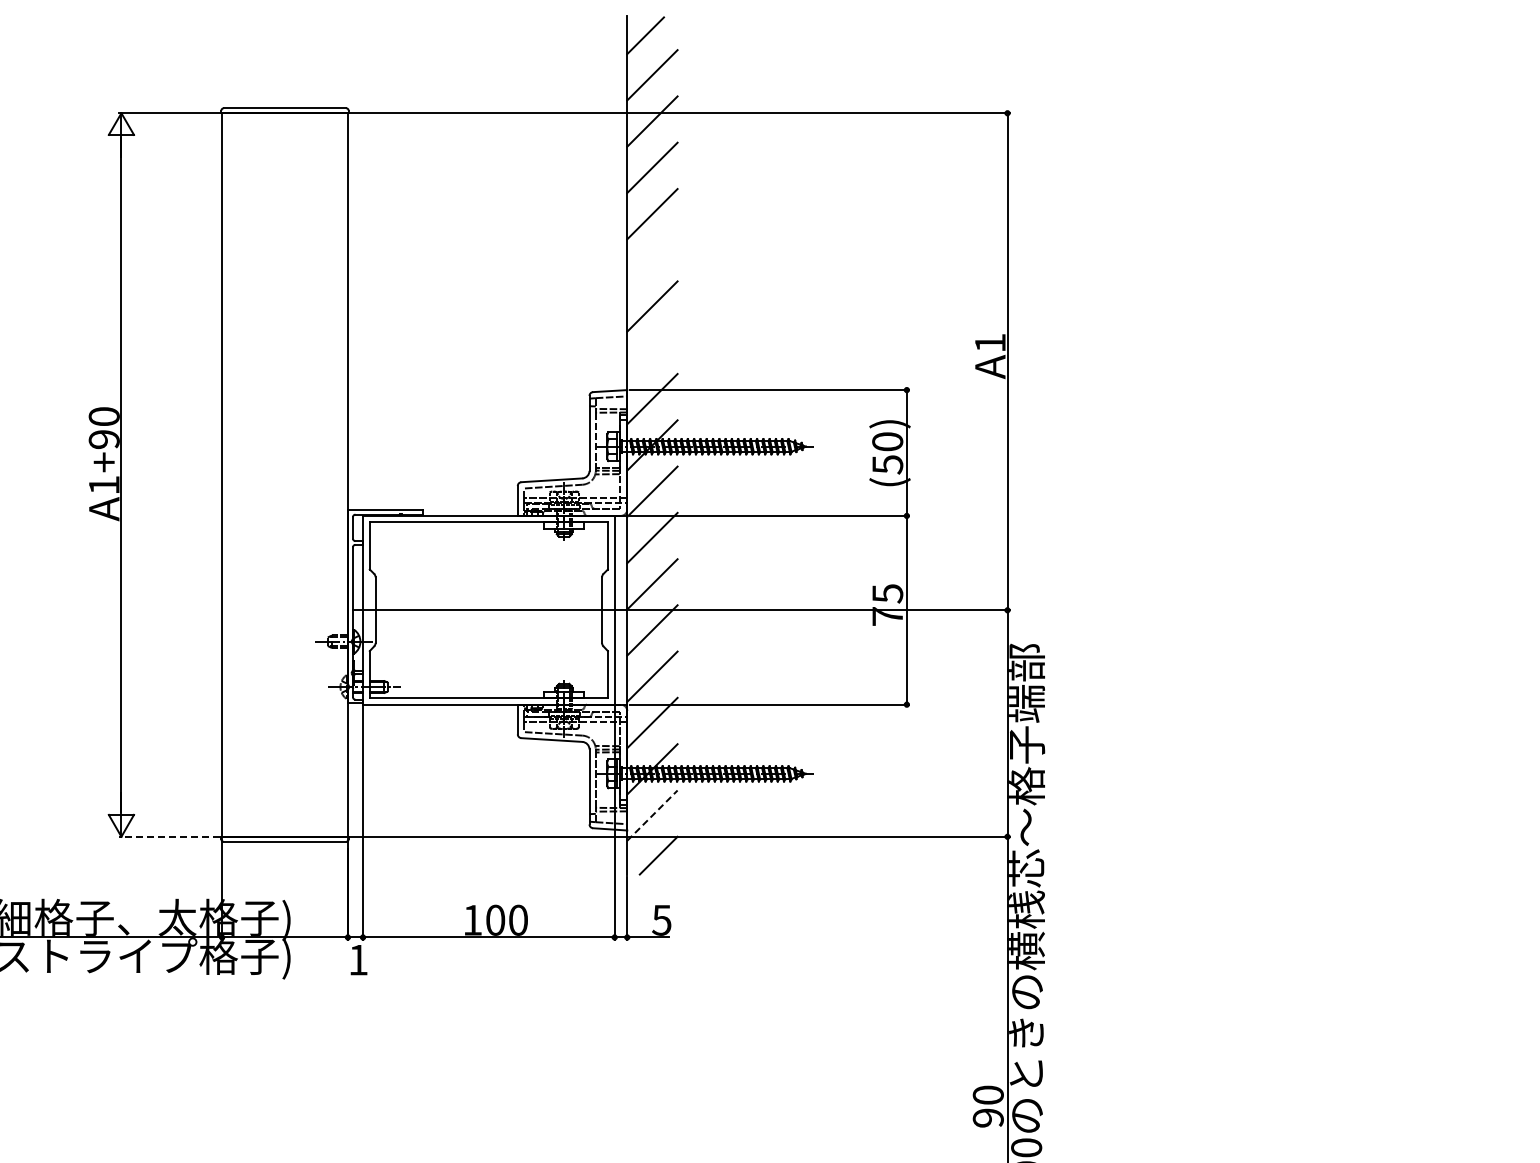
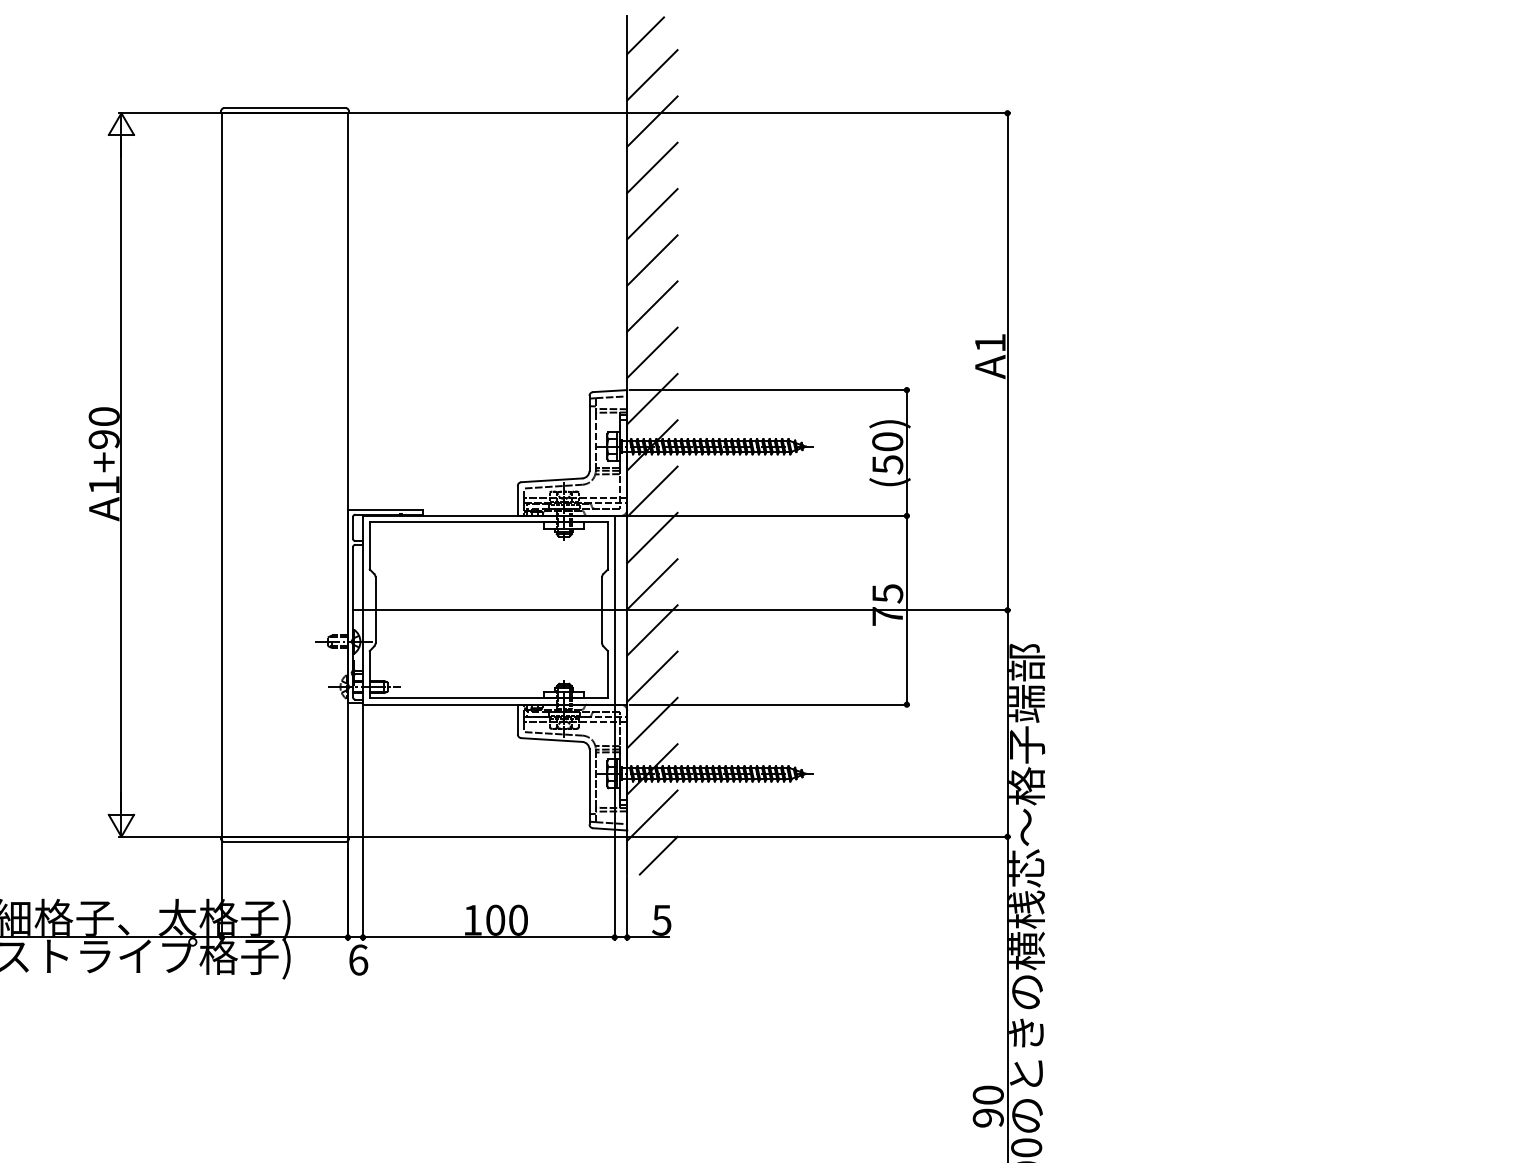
line at (652, 260): none -> present
line at (652, 352): none -> present
line at (652, 815): dashed -> solid
line at (168, 836): dashed -> solid
text at (358, 959): 1 -> 6
